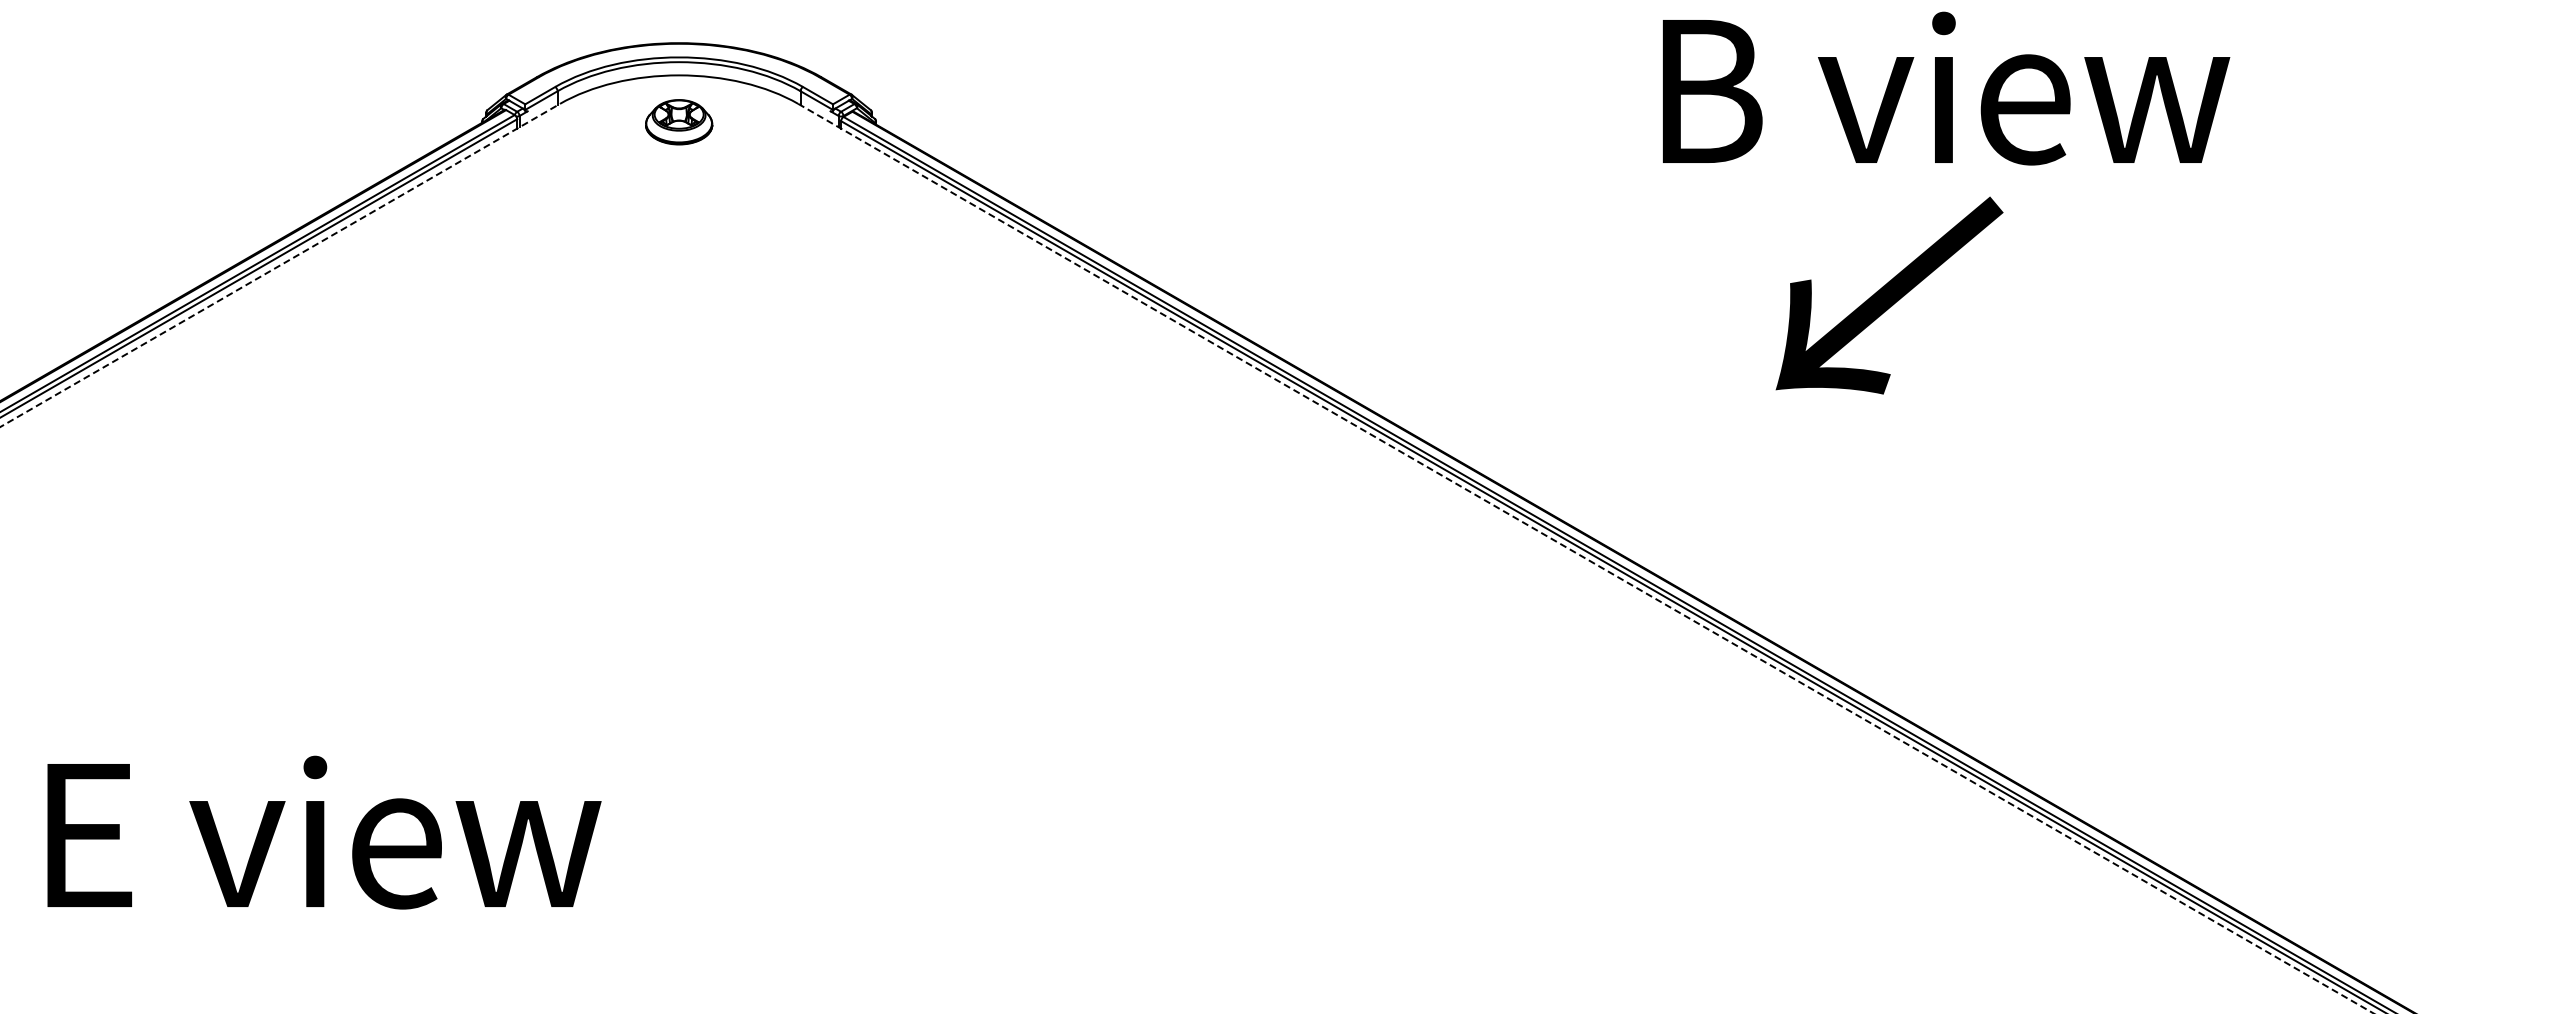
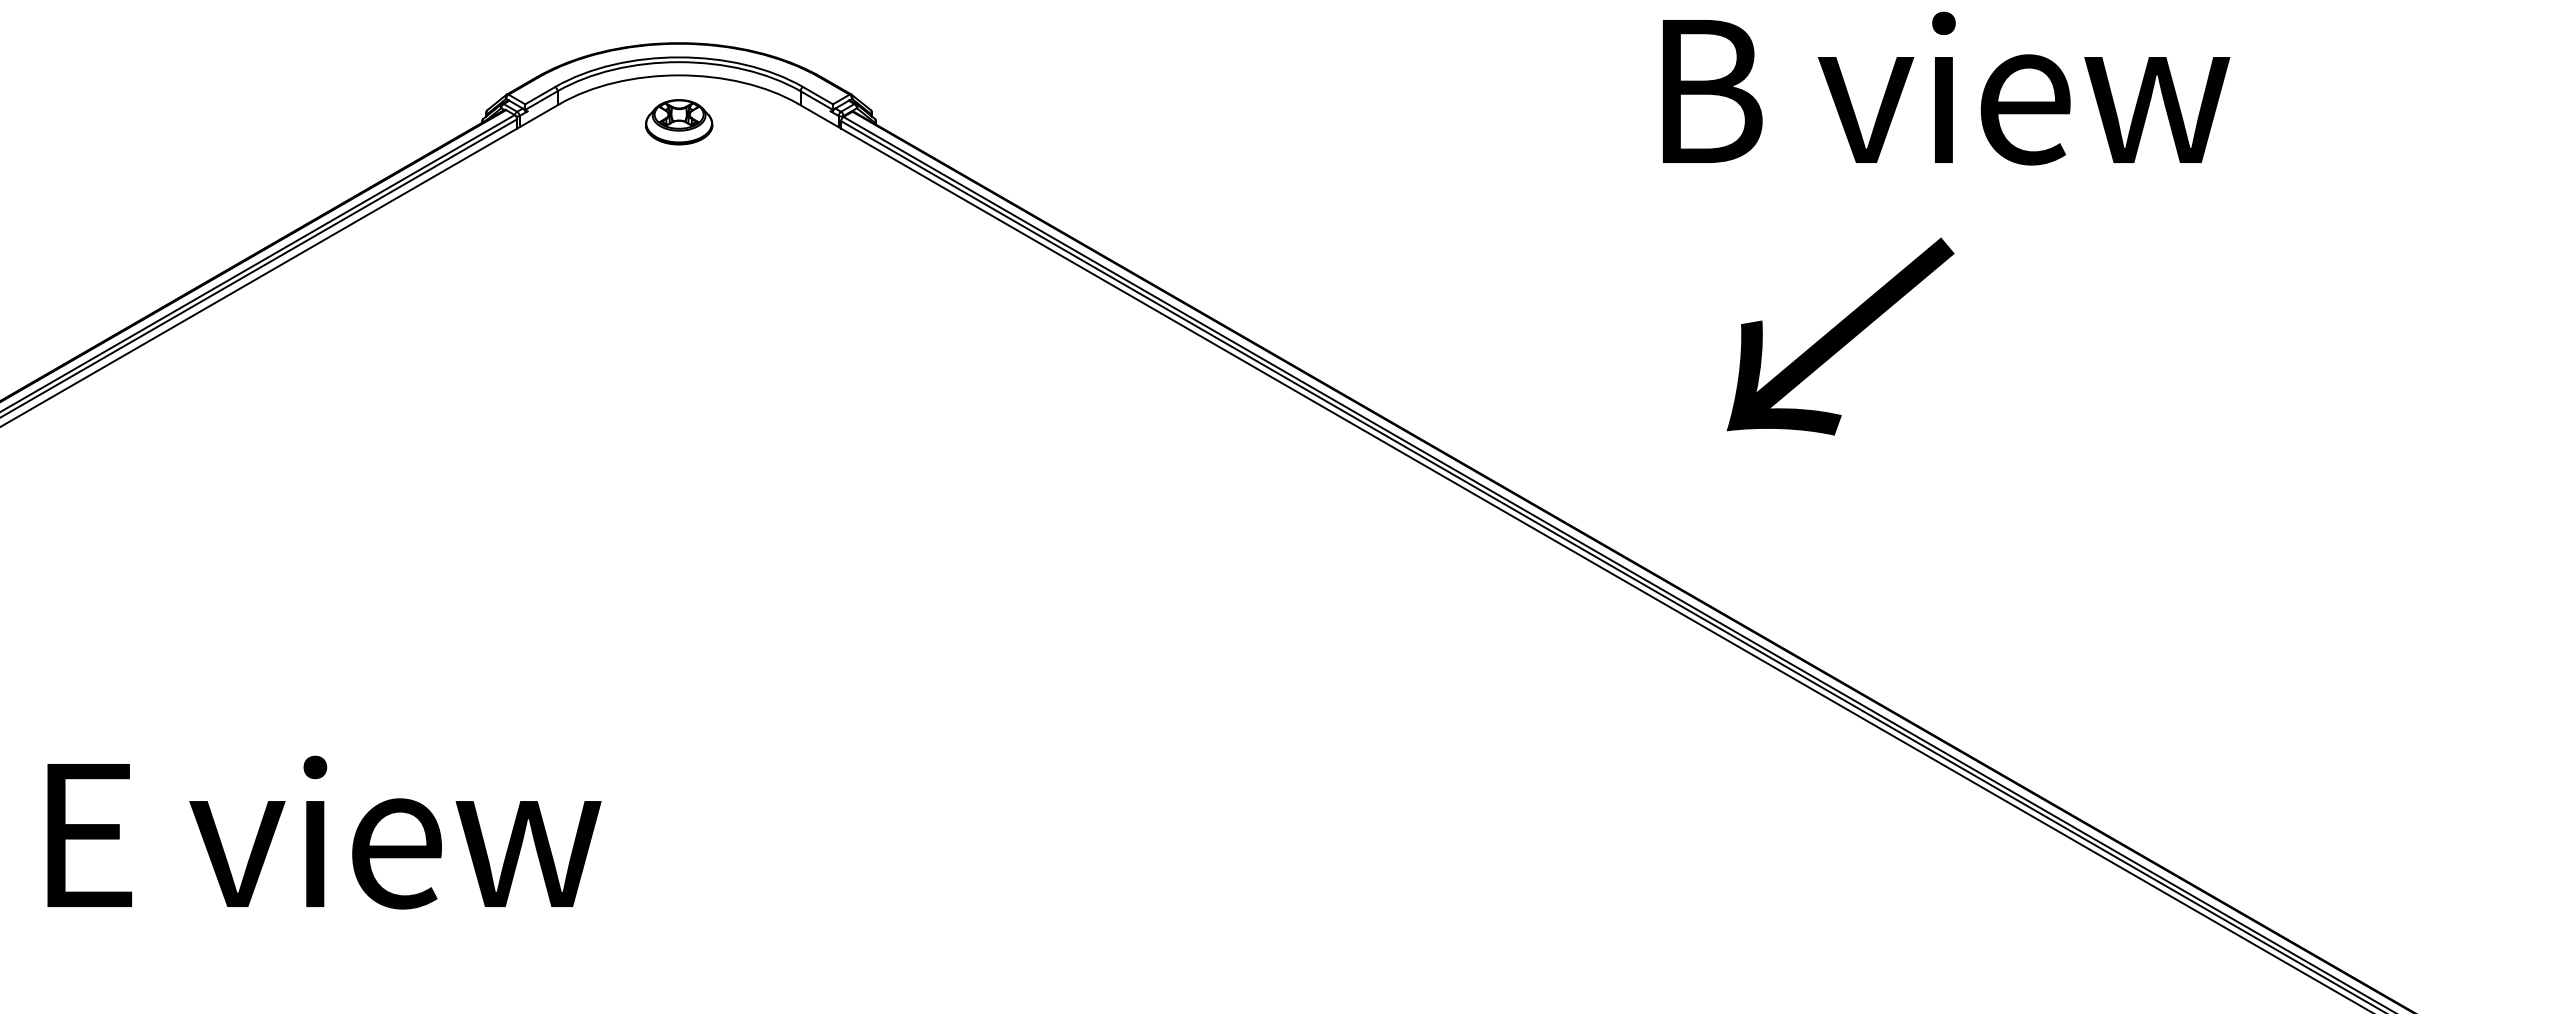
line at (280, 265): dashed -> solid
text at (1889, 295) position: (1889, 295) -> (1840, 336)
line at (1586, 558): dashed -> solid
